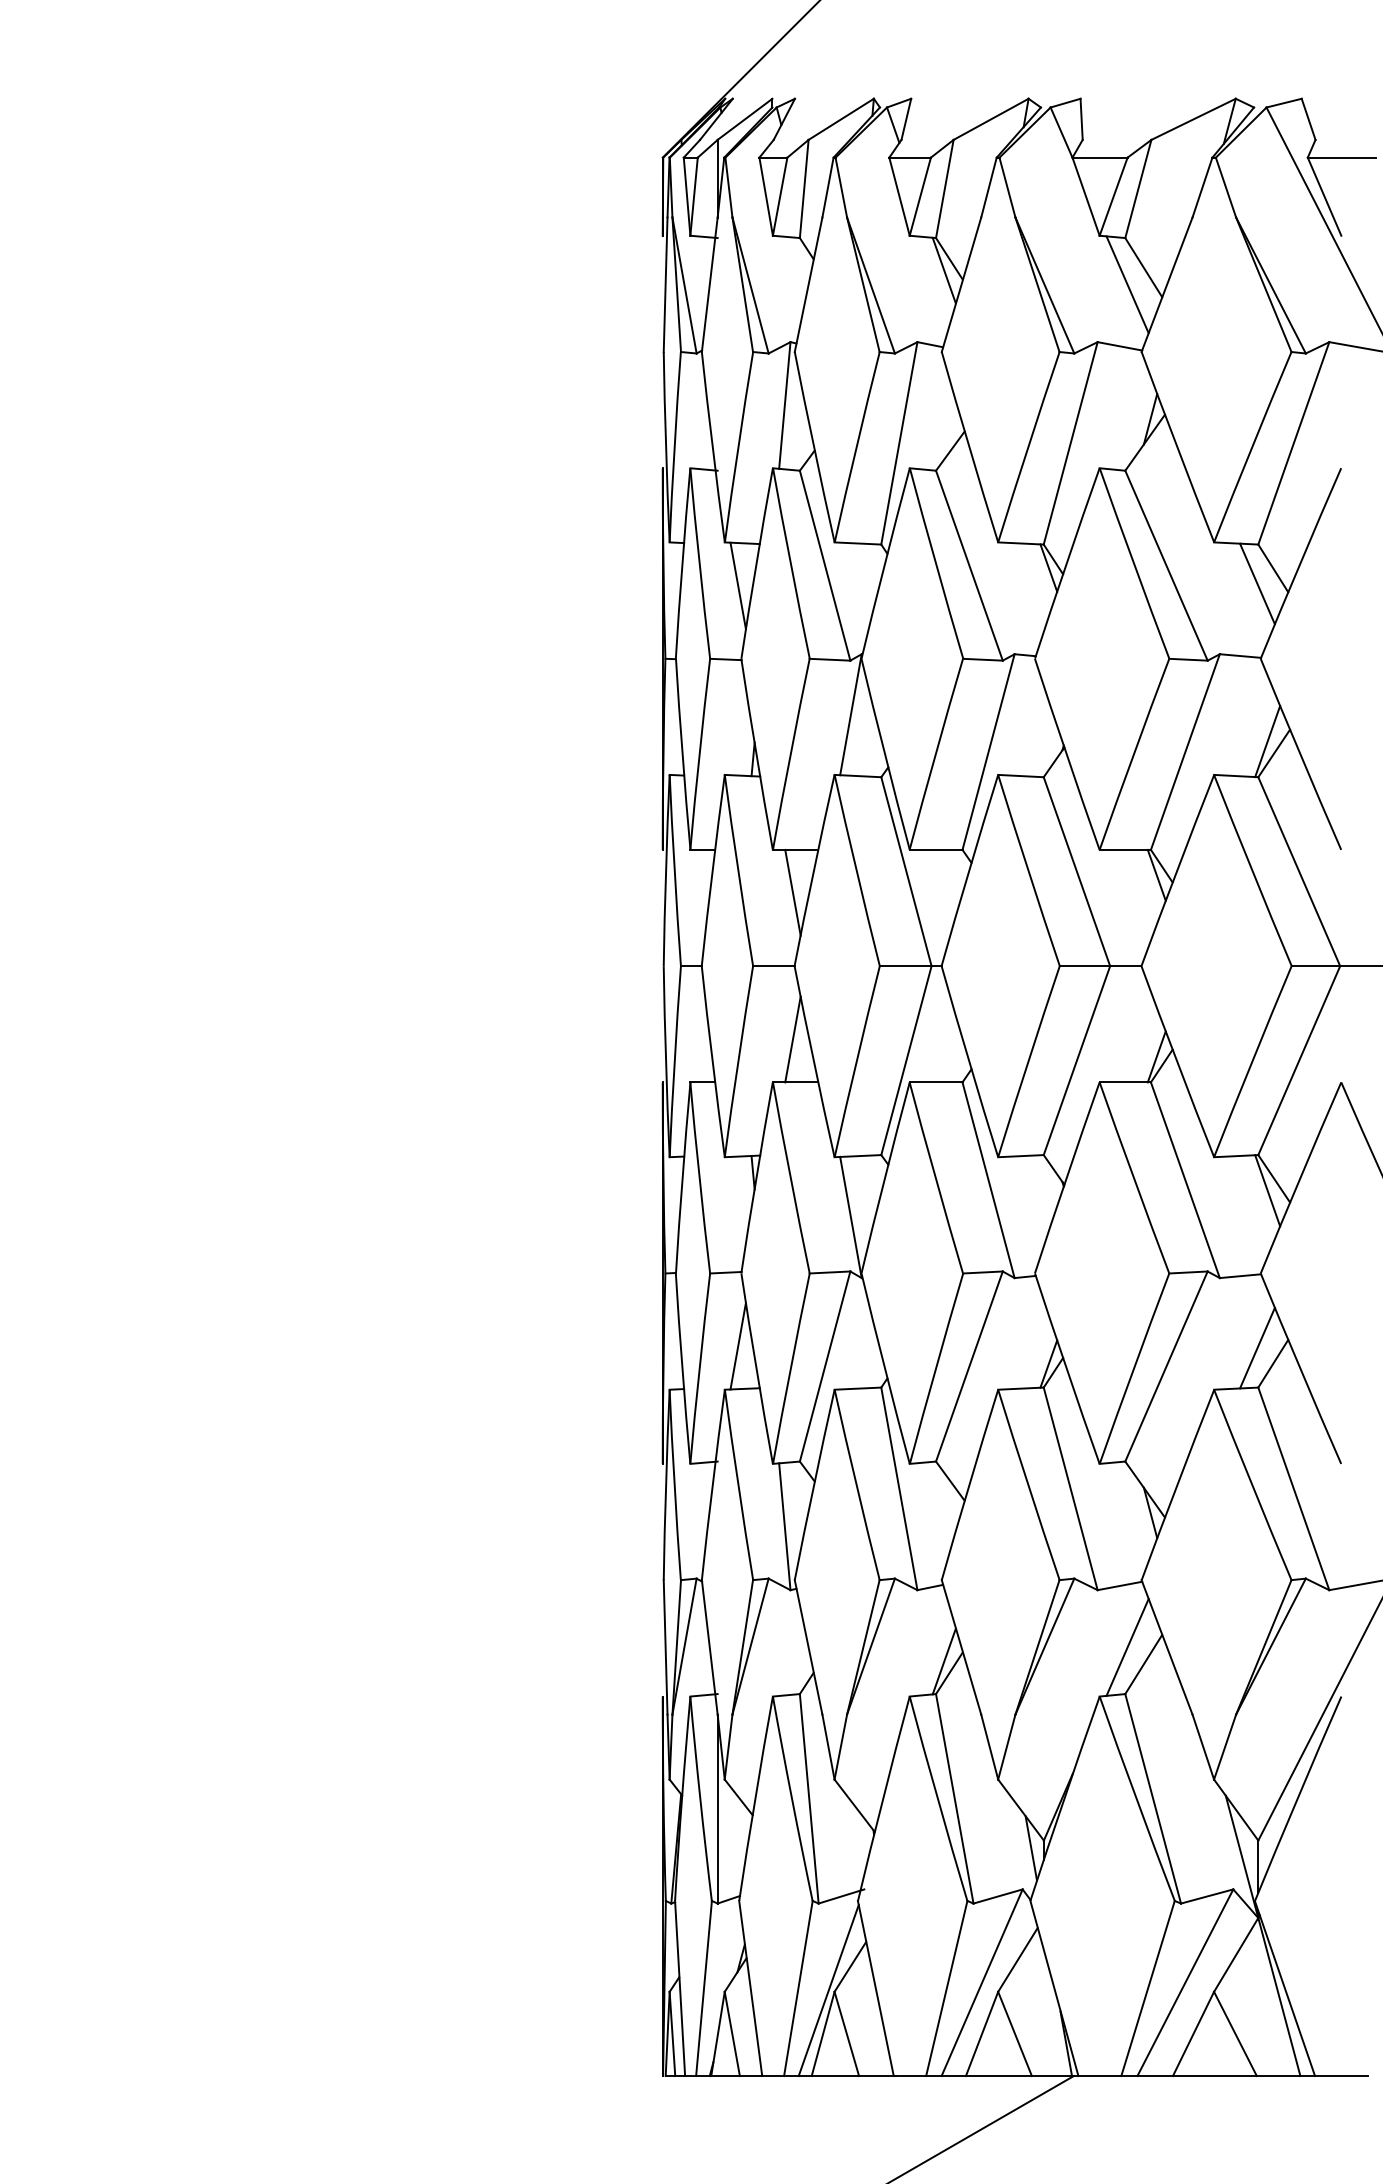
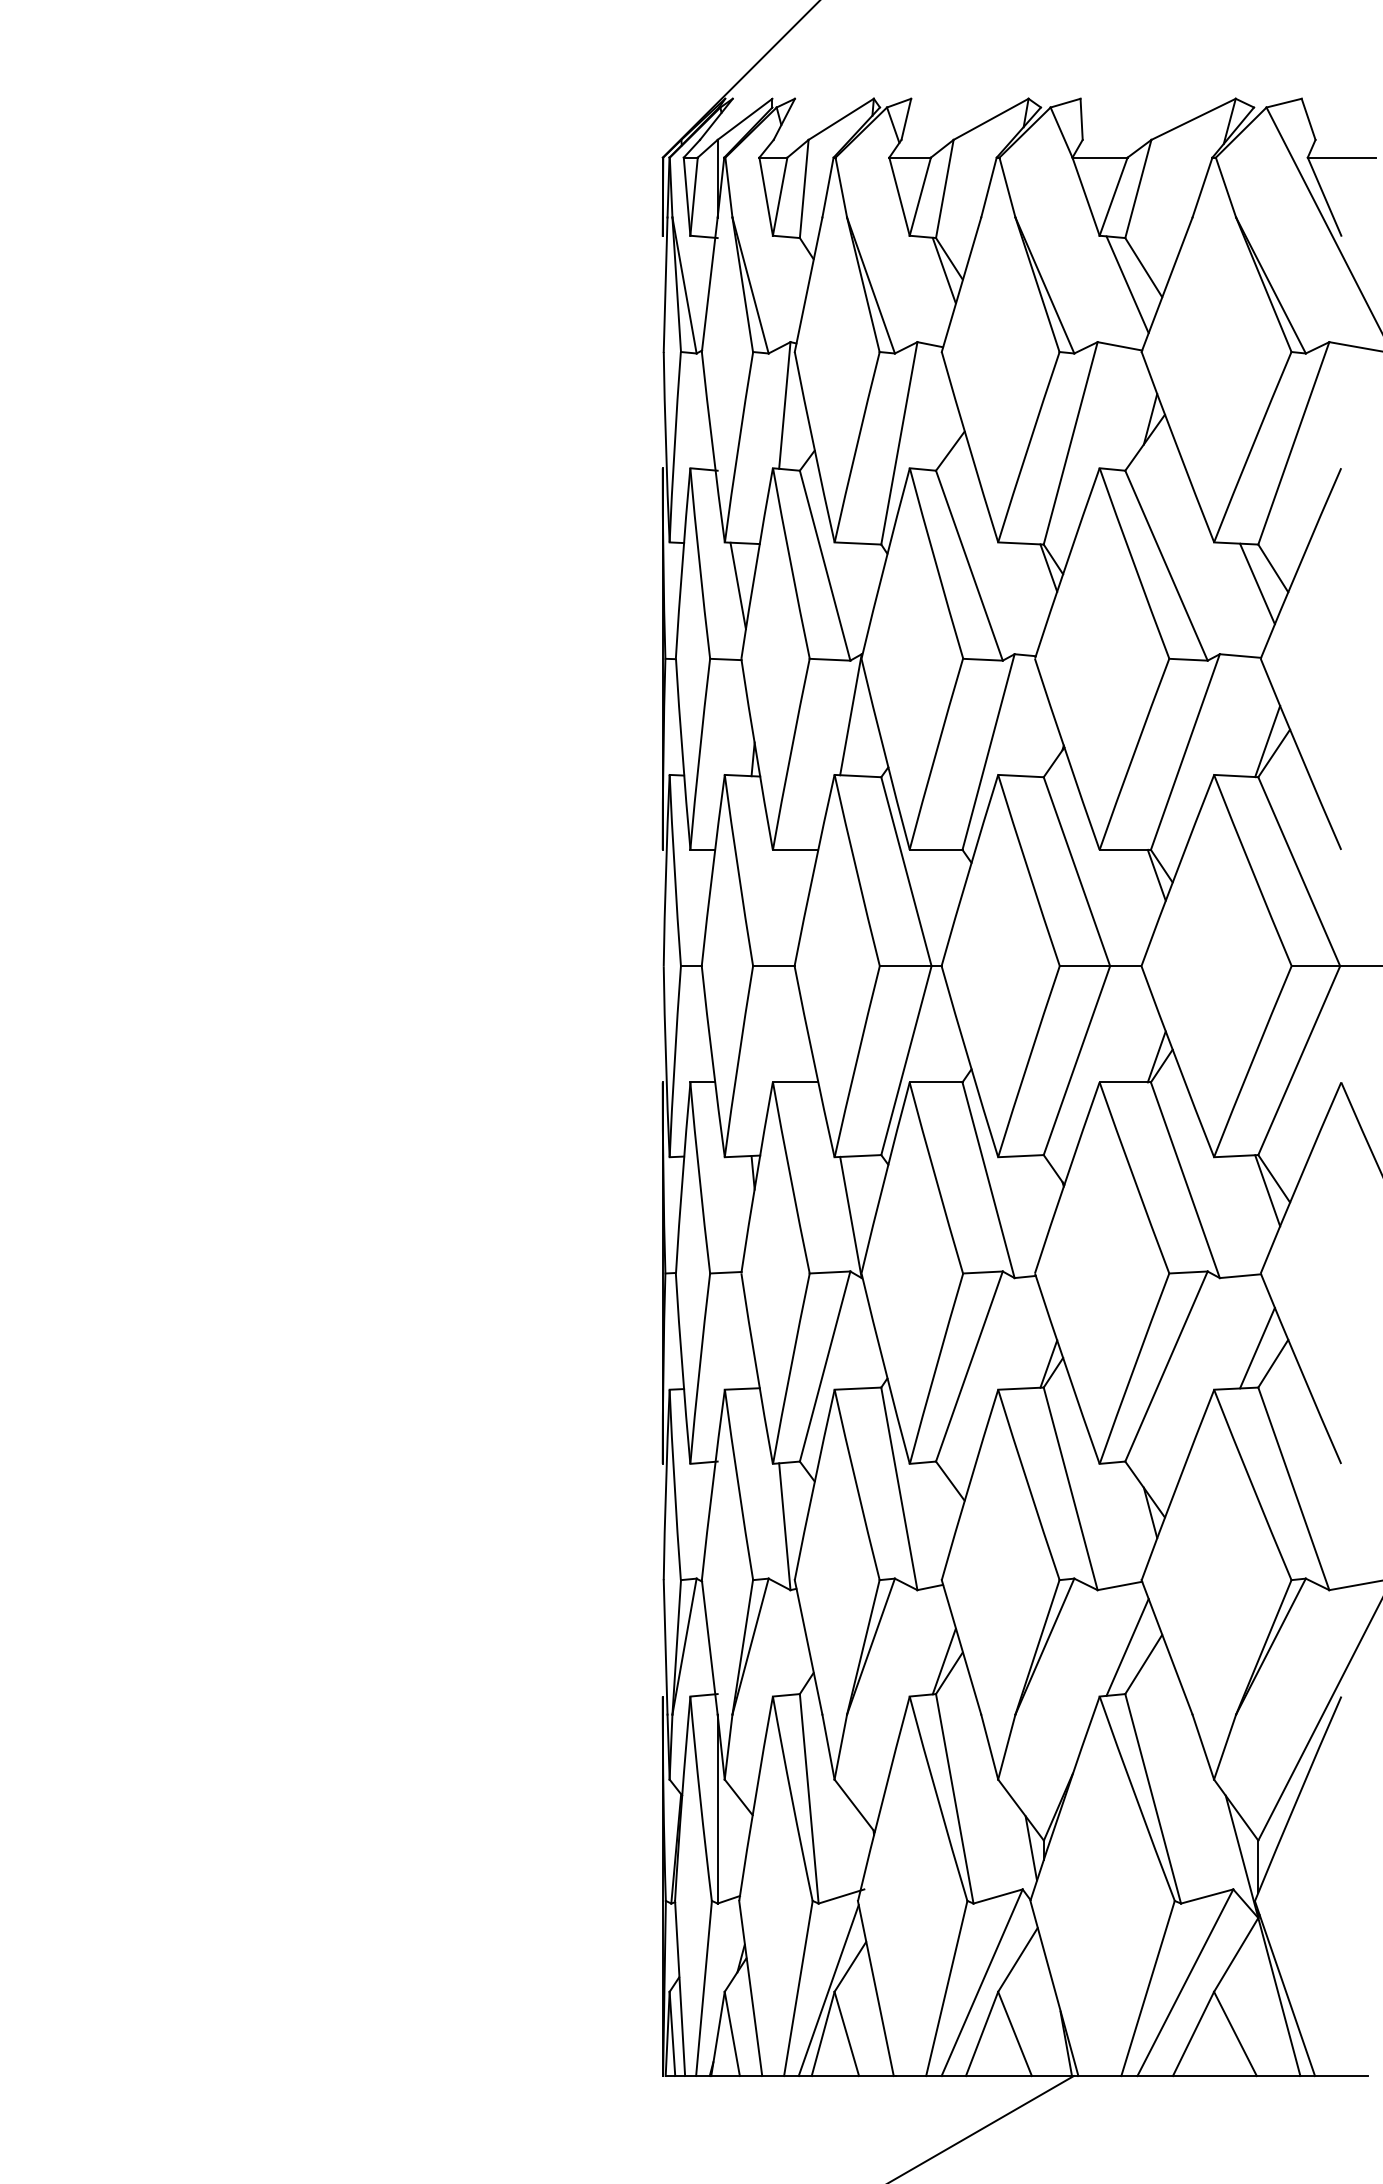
line at (792, 892): present -> none
line at (792, 1039): present -> none
line at (737, 1345): present -> none
